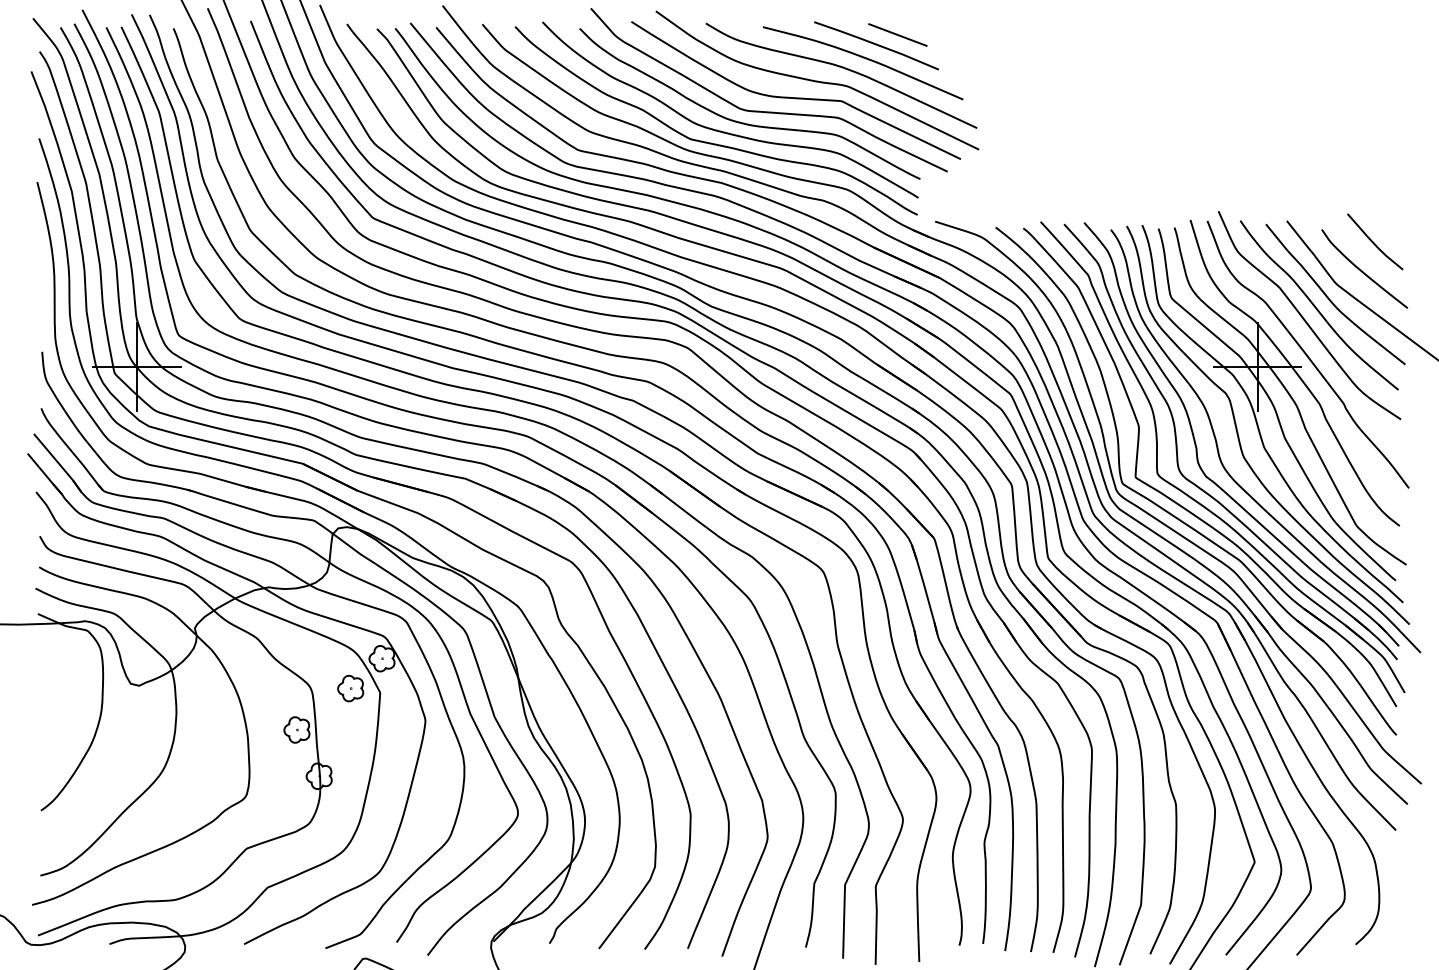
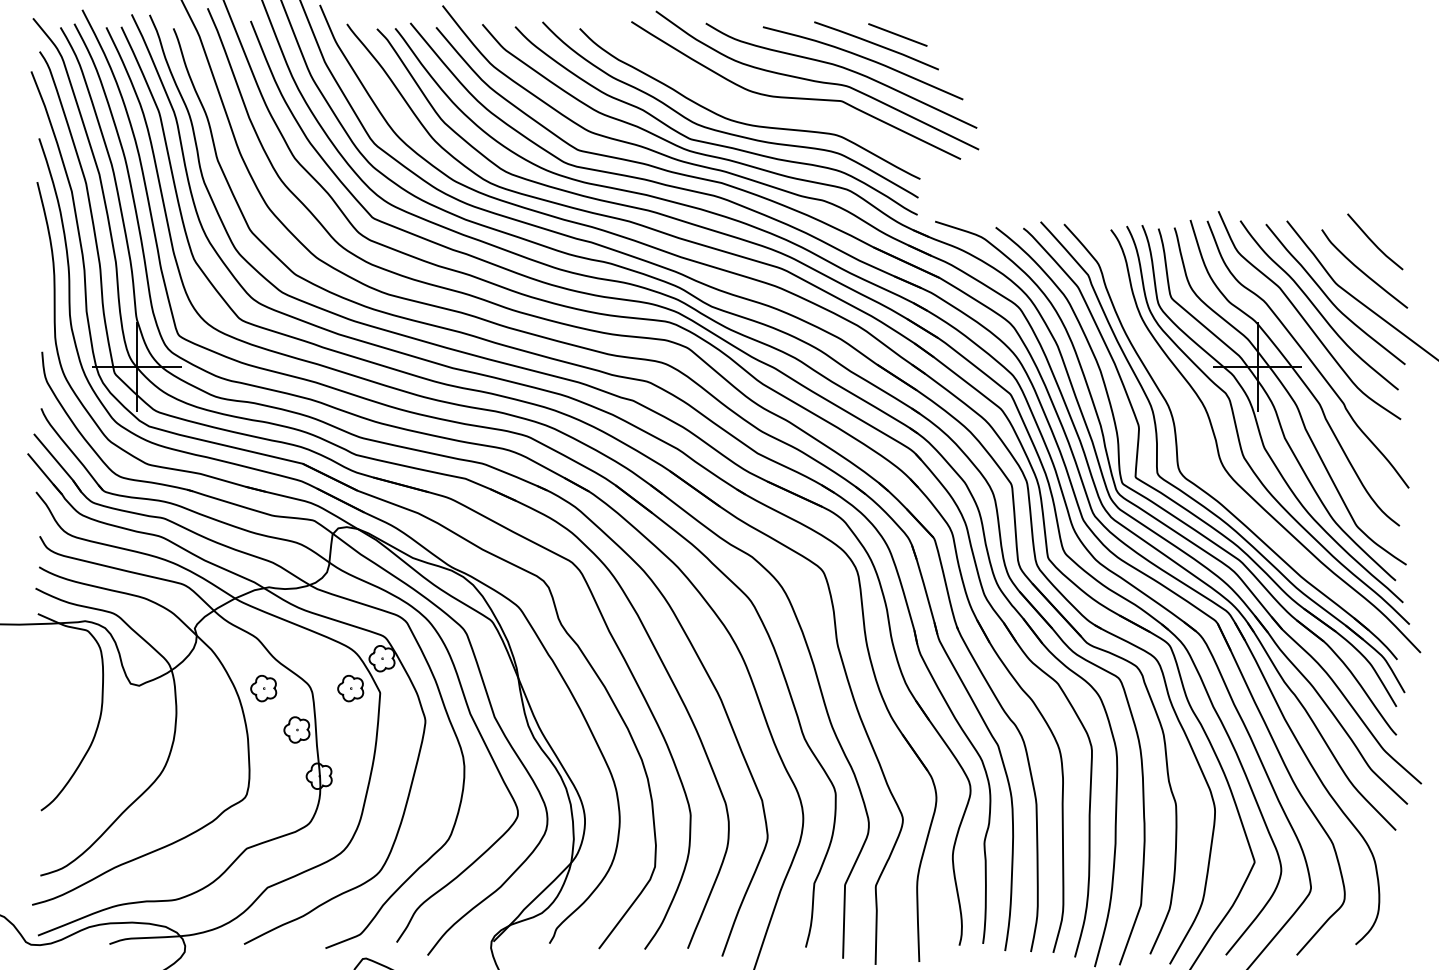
curve at (768, 111): present -> none
part at (1197, 447): present -> none
part at (263, 688): none -> present
